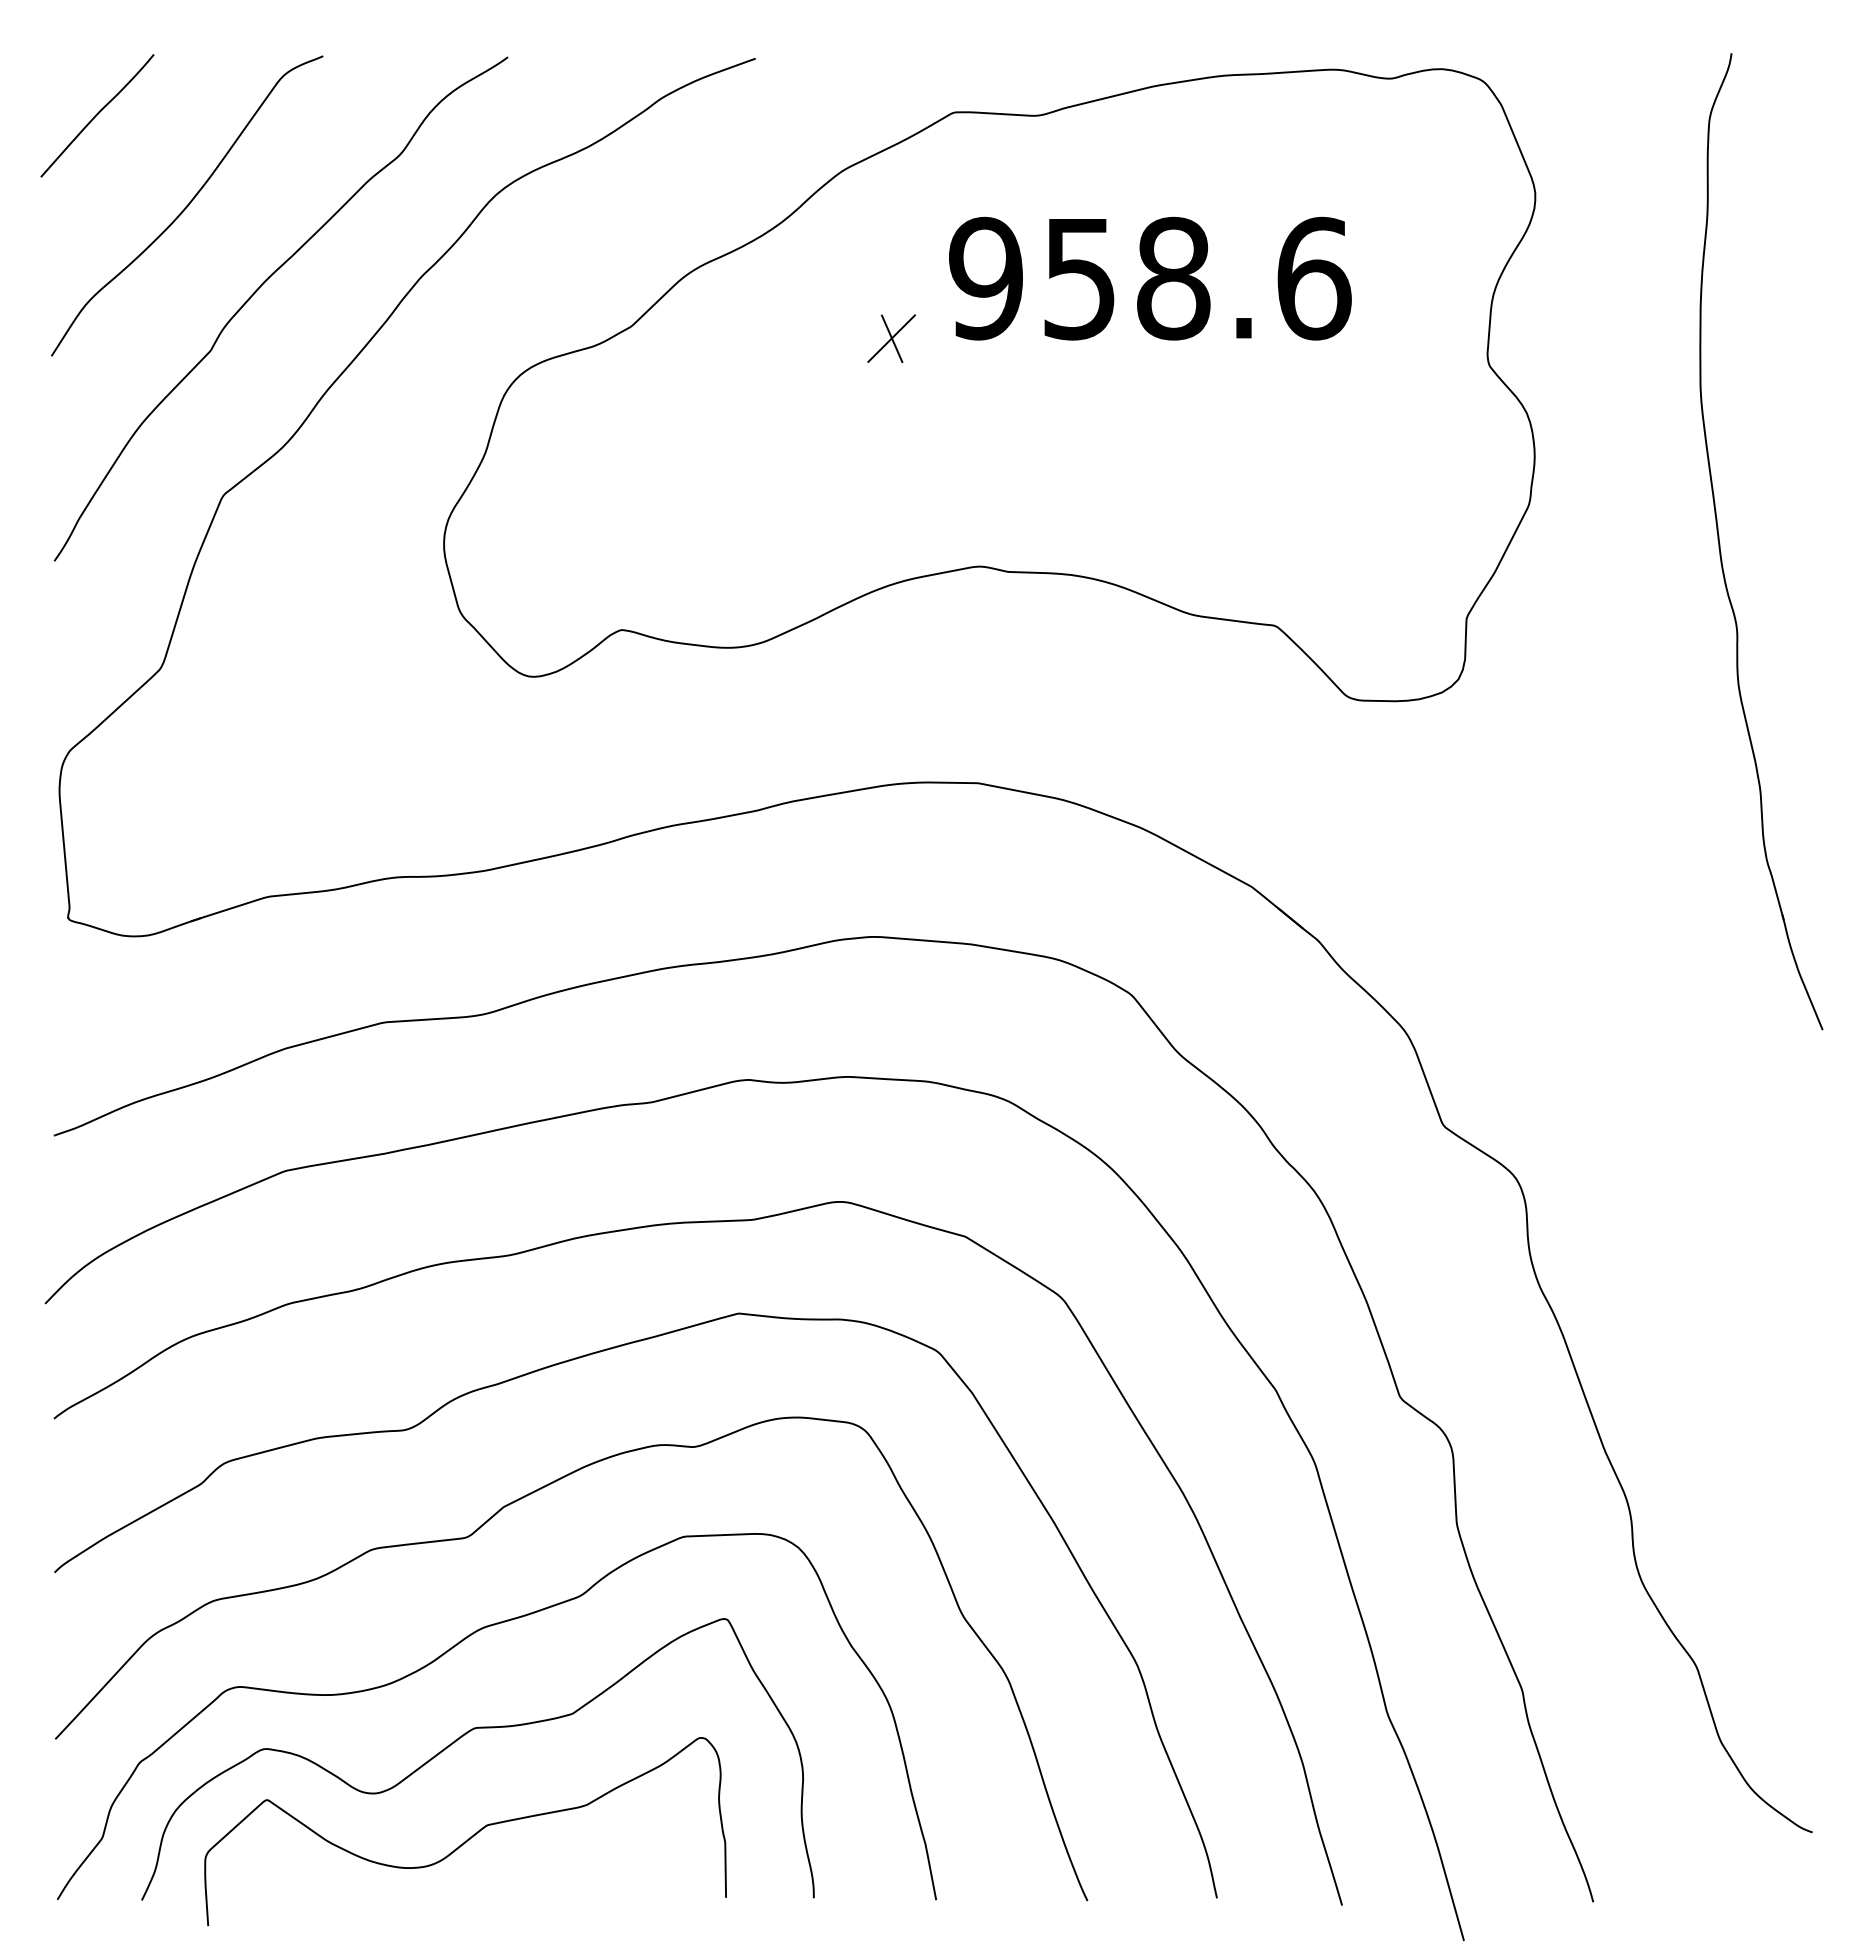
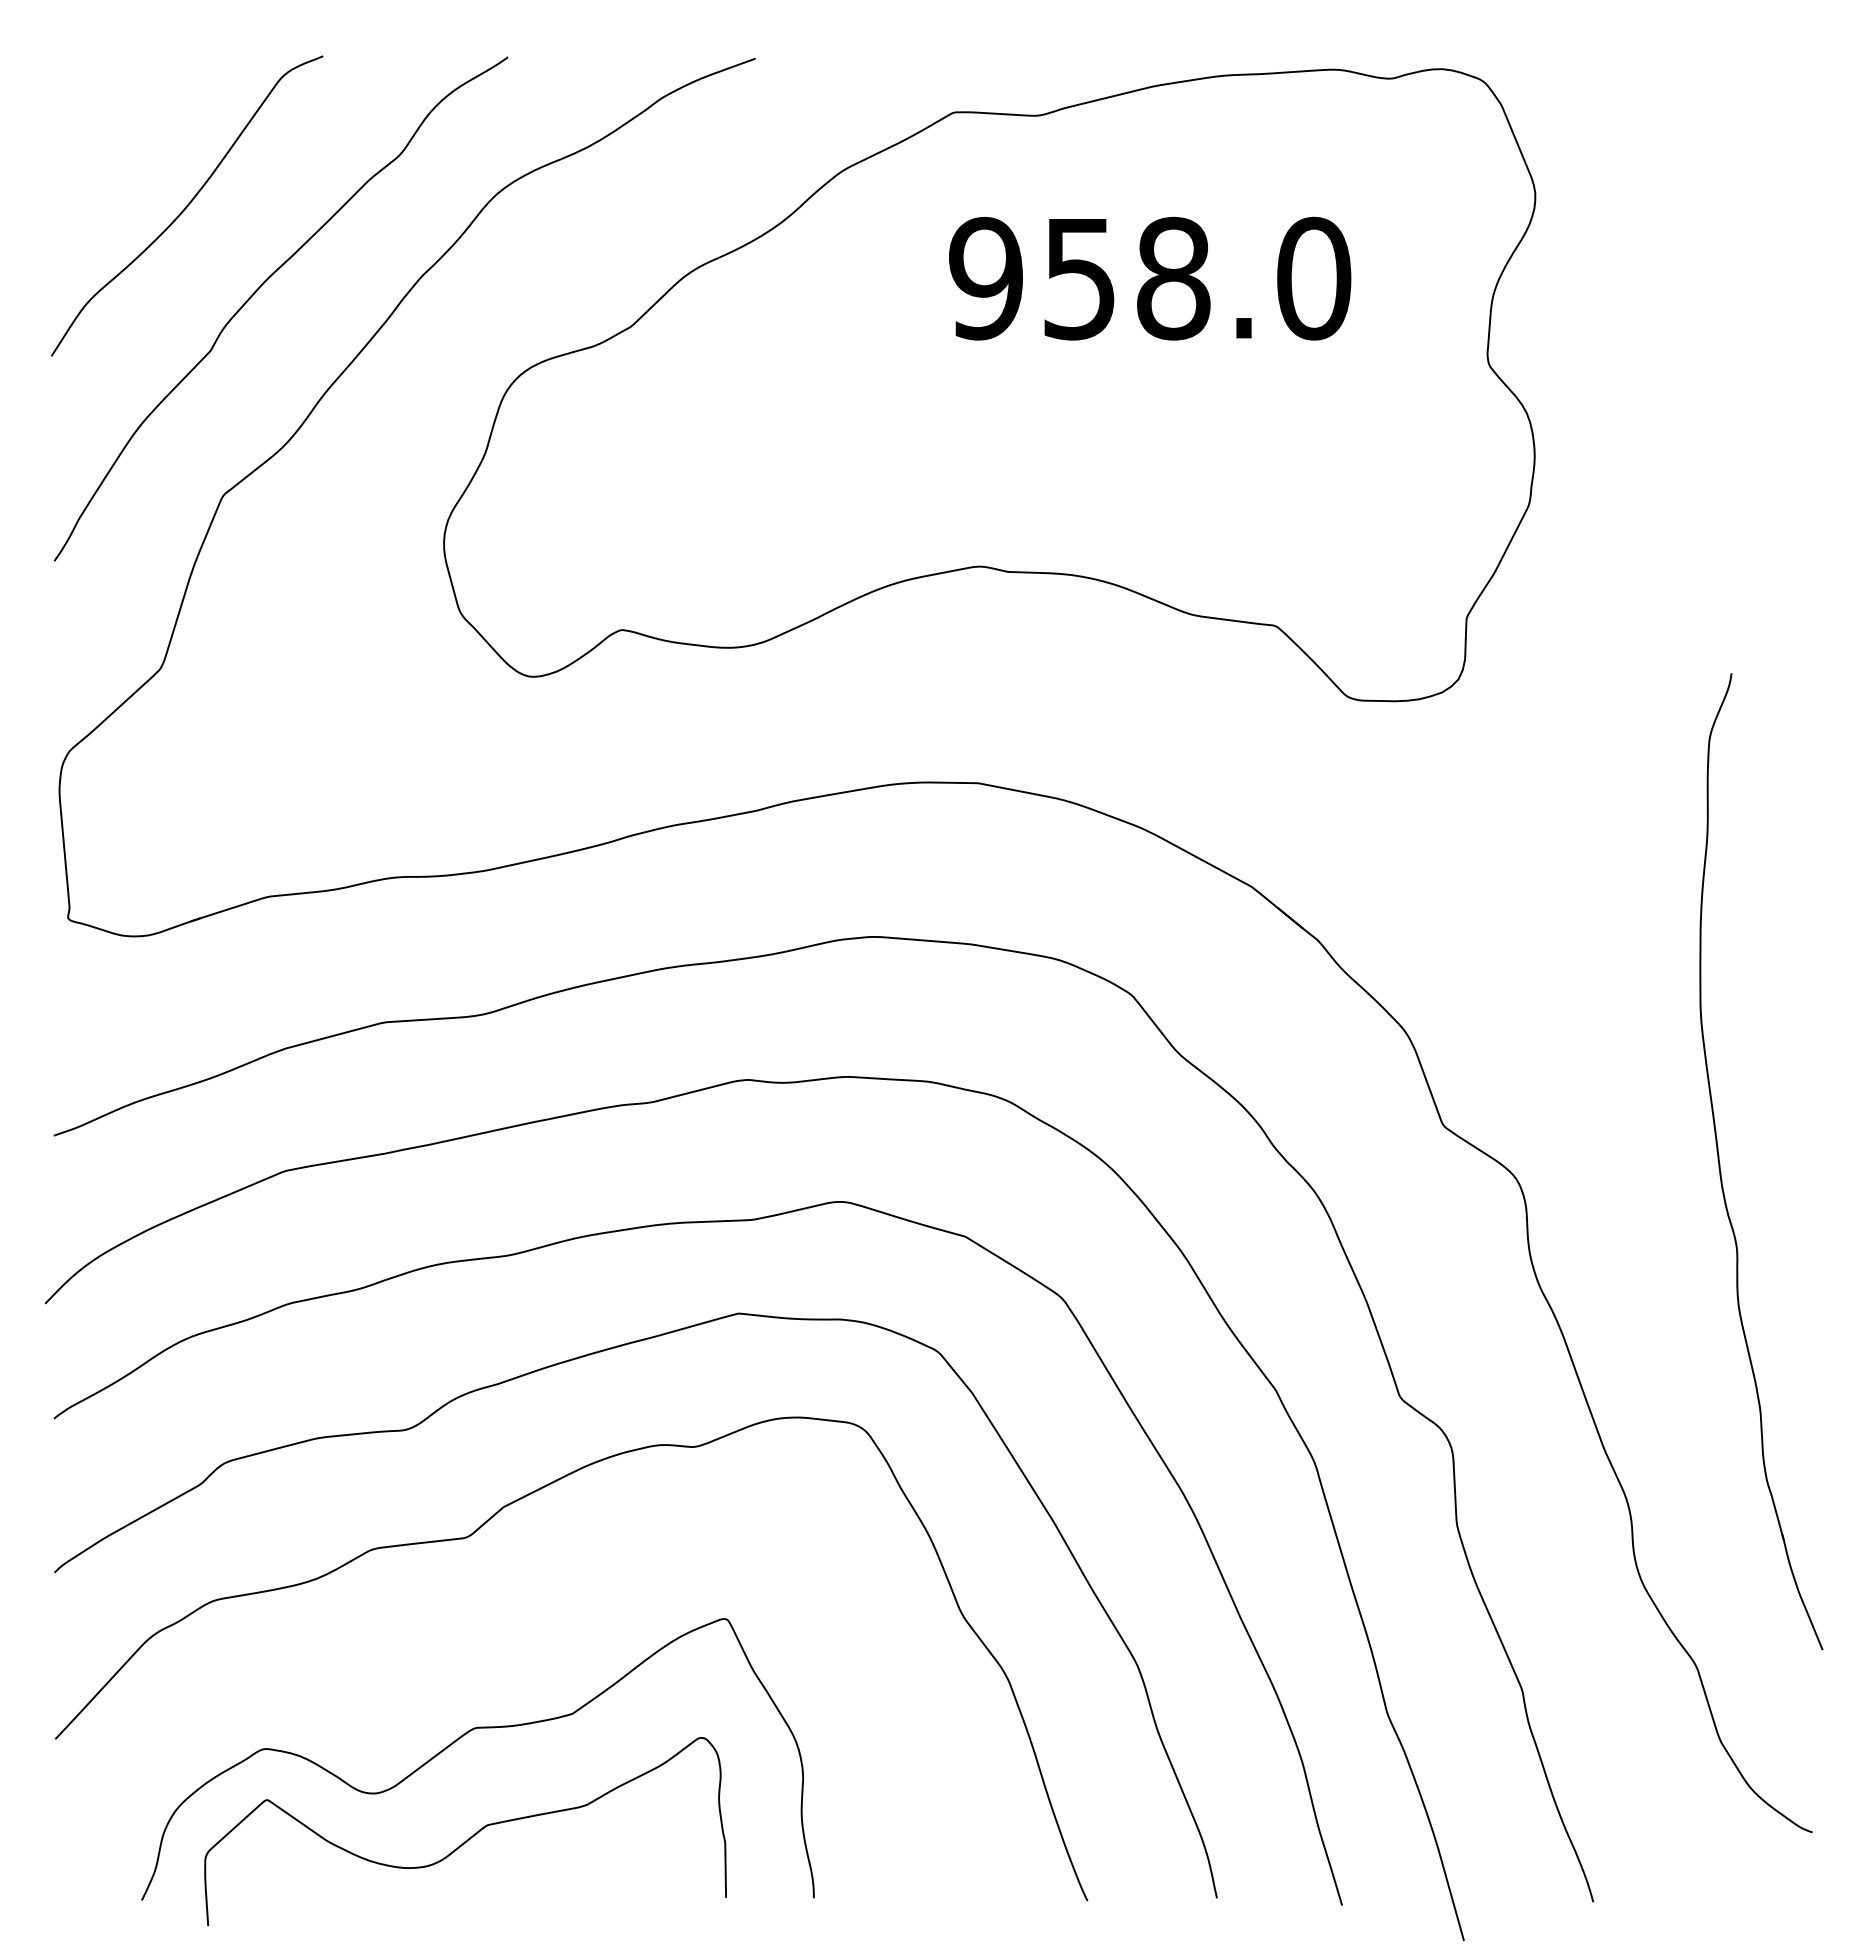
curve at (97, 115): present -> none
text at (1314, 278): 958.6 -> 958.0
part at (891, 338): present -> none
part at (1720, 543) position: (1720, 543) -> (1720, 1163)
curve at (446, 1653): present -> none
